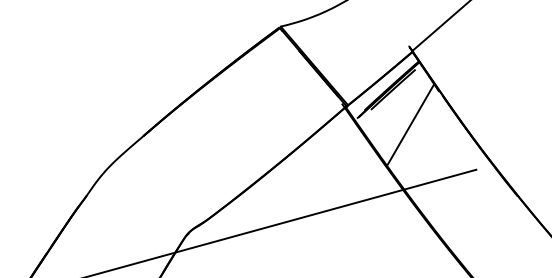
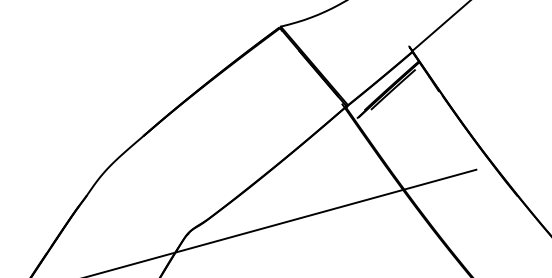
line at (410, 124): present -> none
